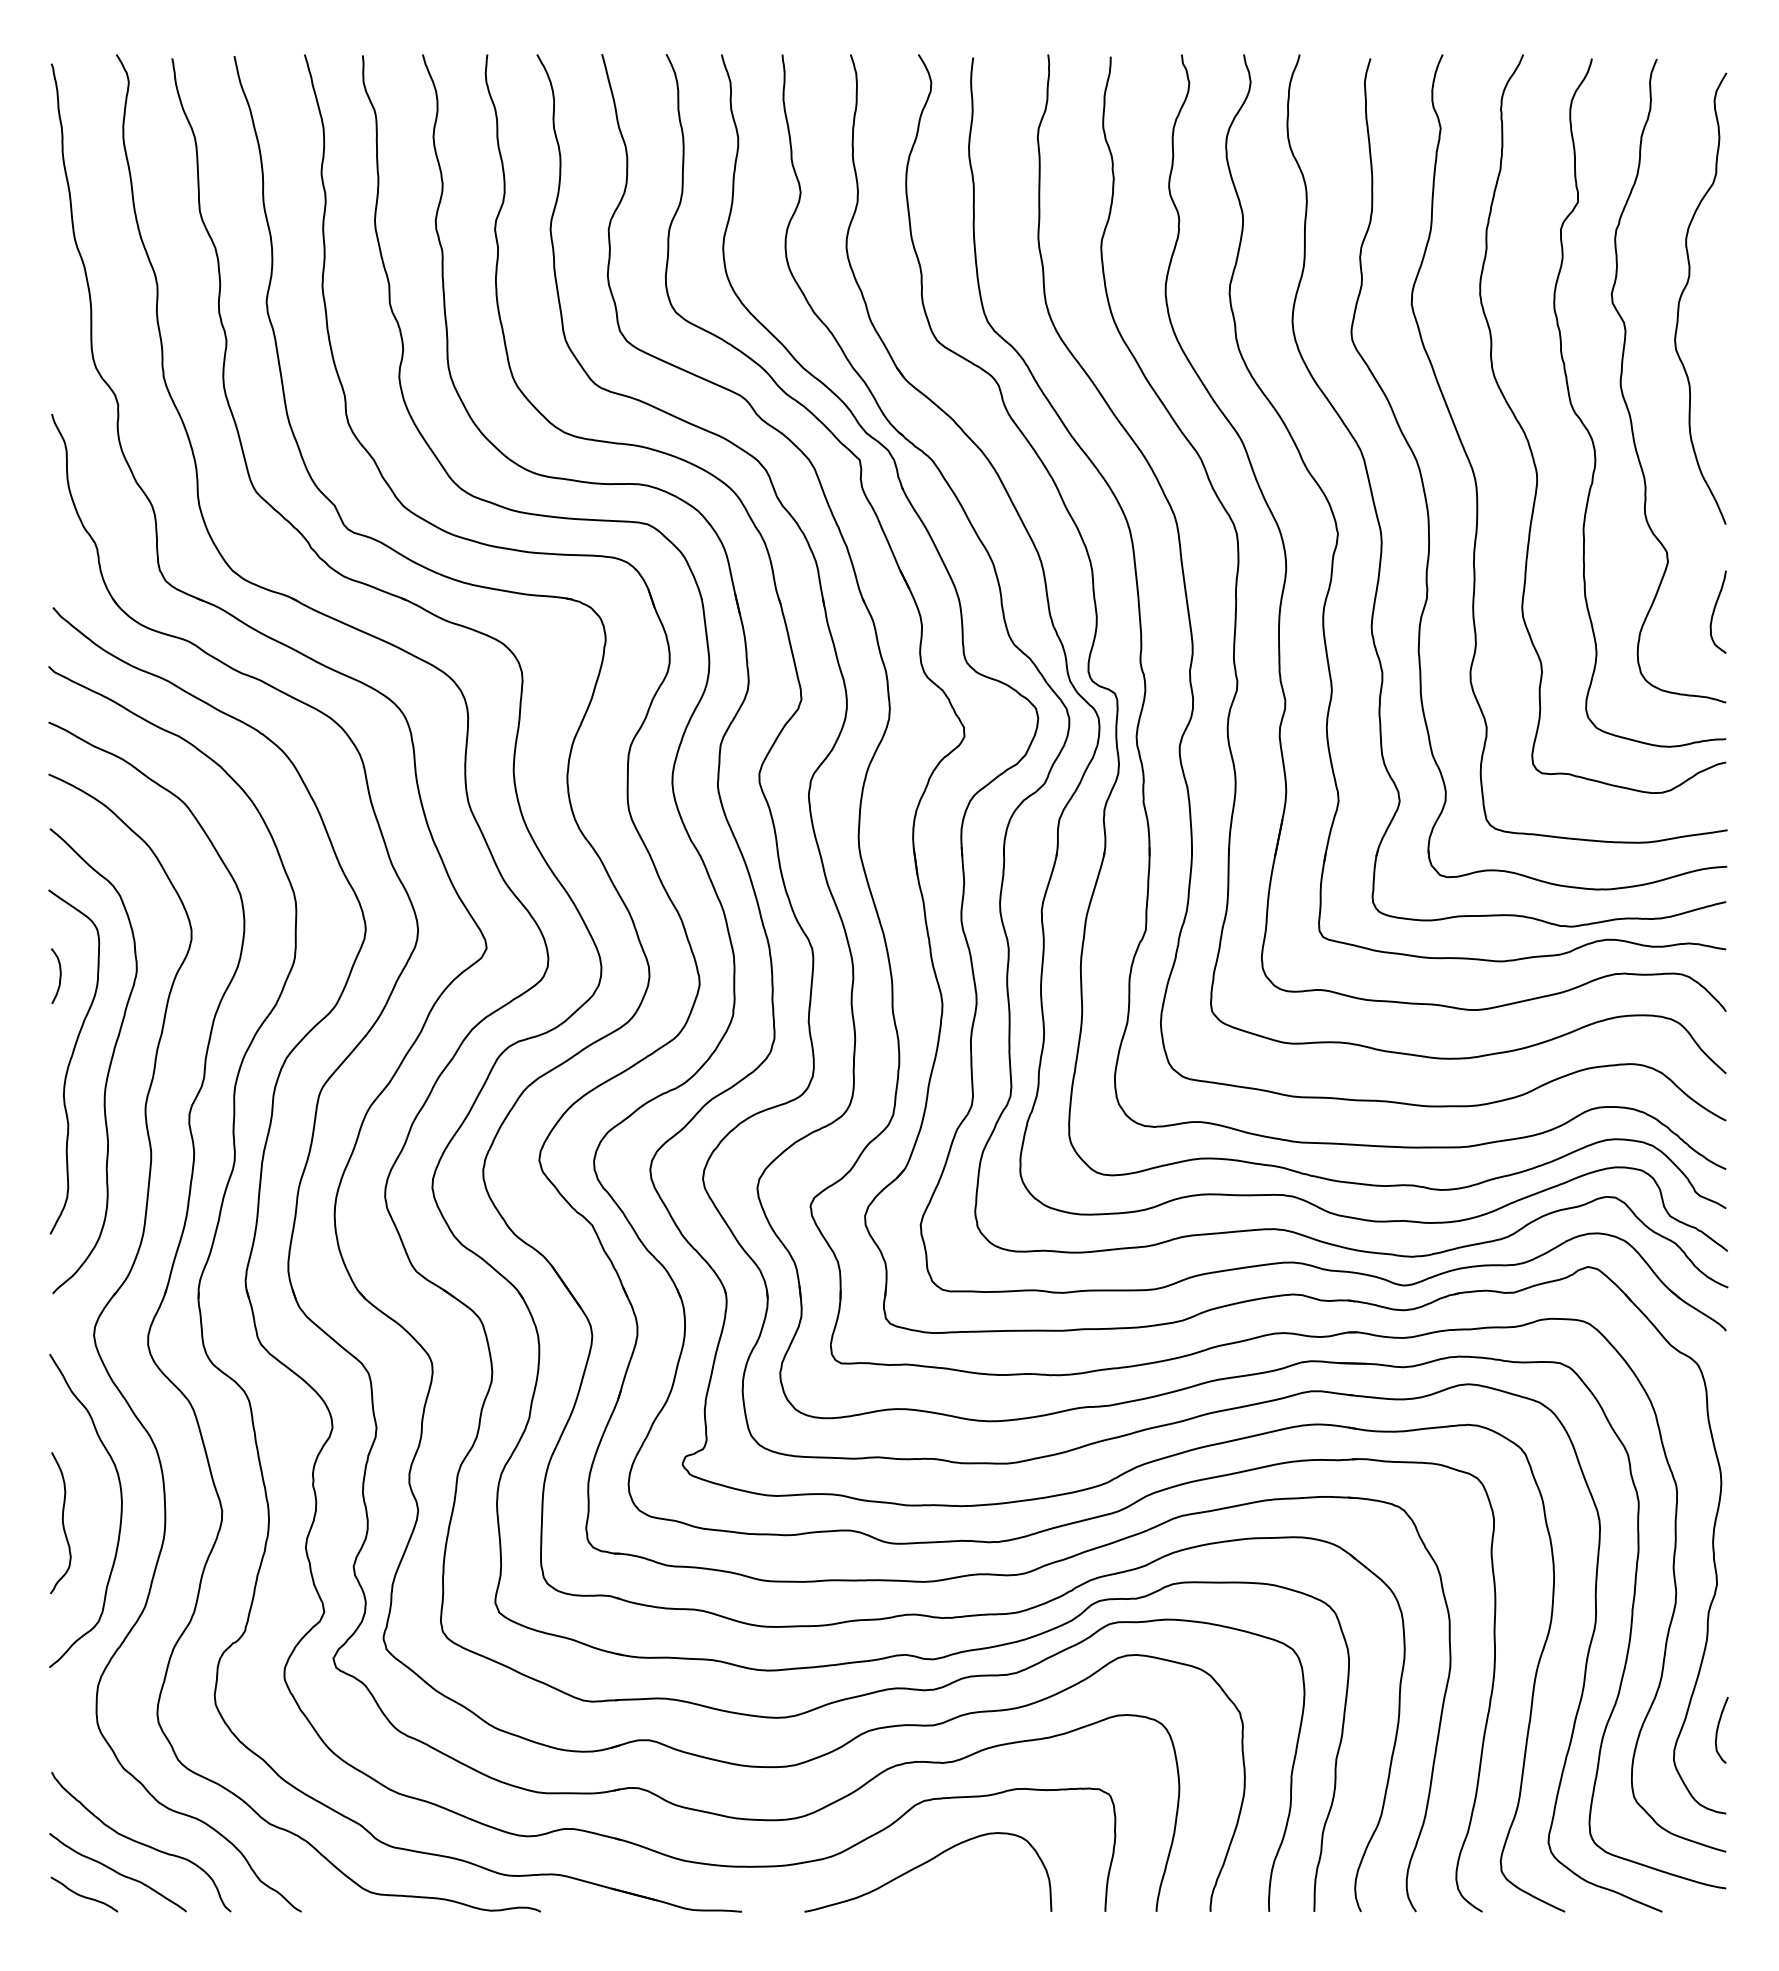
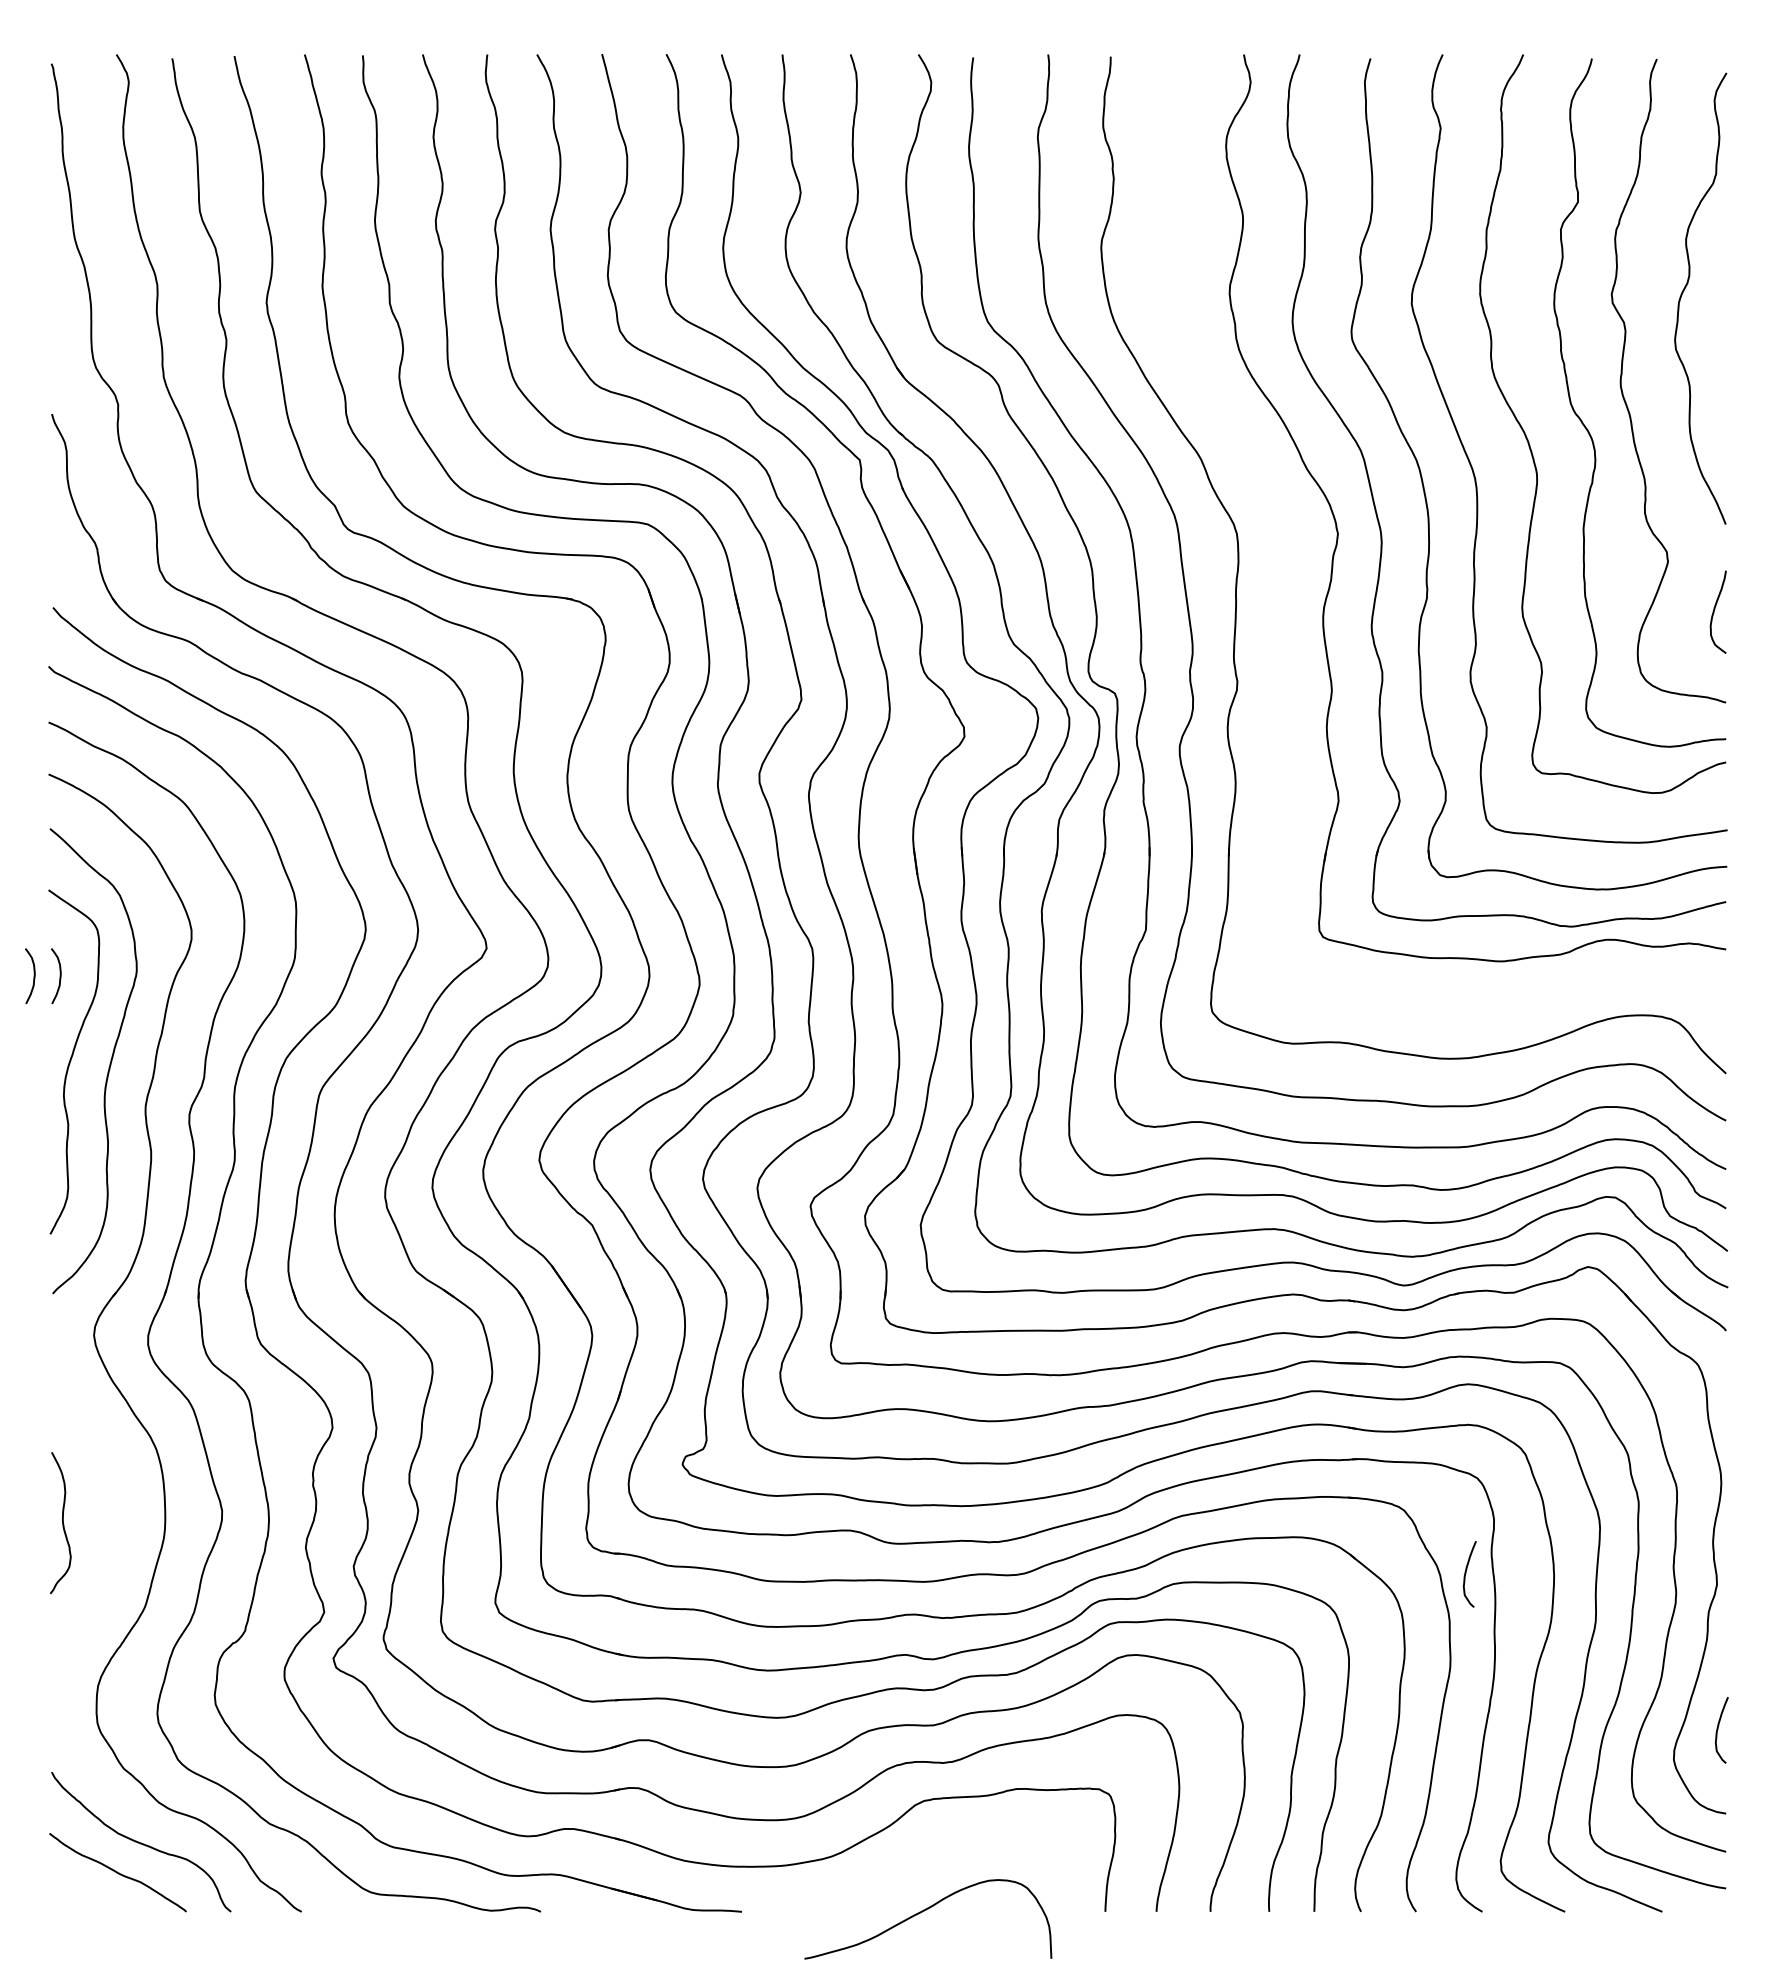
part at (1286, 553): present -> none
curve at (33, 976): none -> present
curve at (120, 1510): present -> none
curve at (1466, 1574): none -> present
part at (924, 1864) position: (924, 1864) -> (924, 1911)
curve at (83, 1895): present -> none
